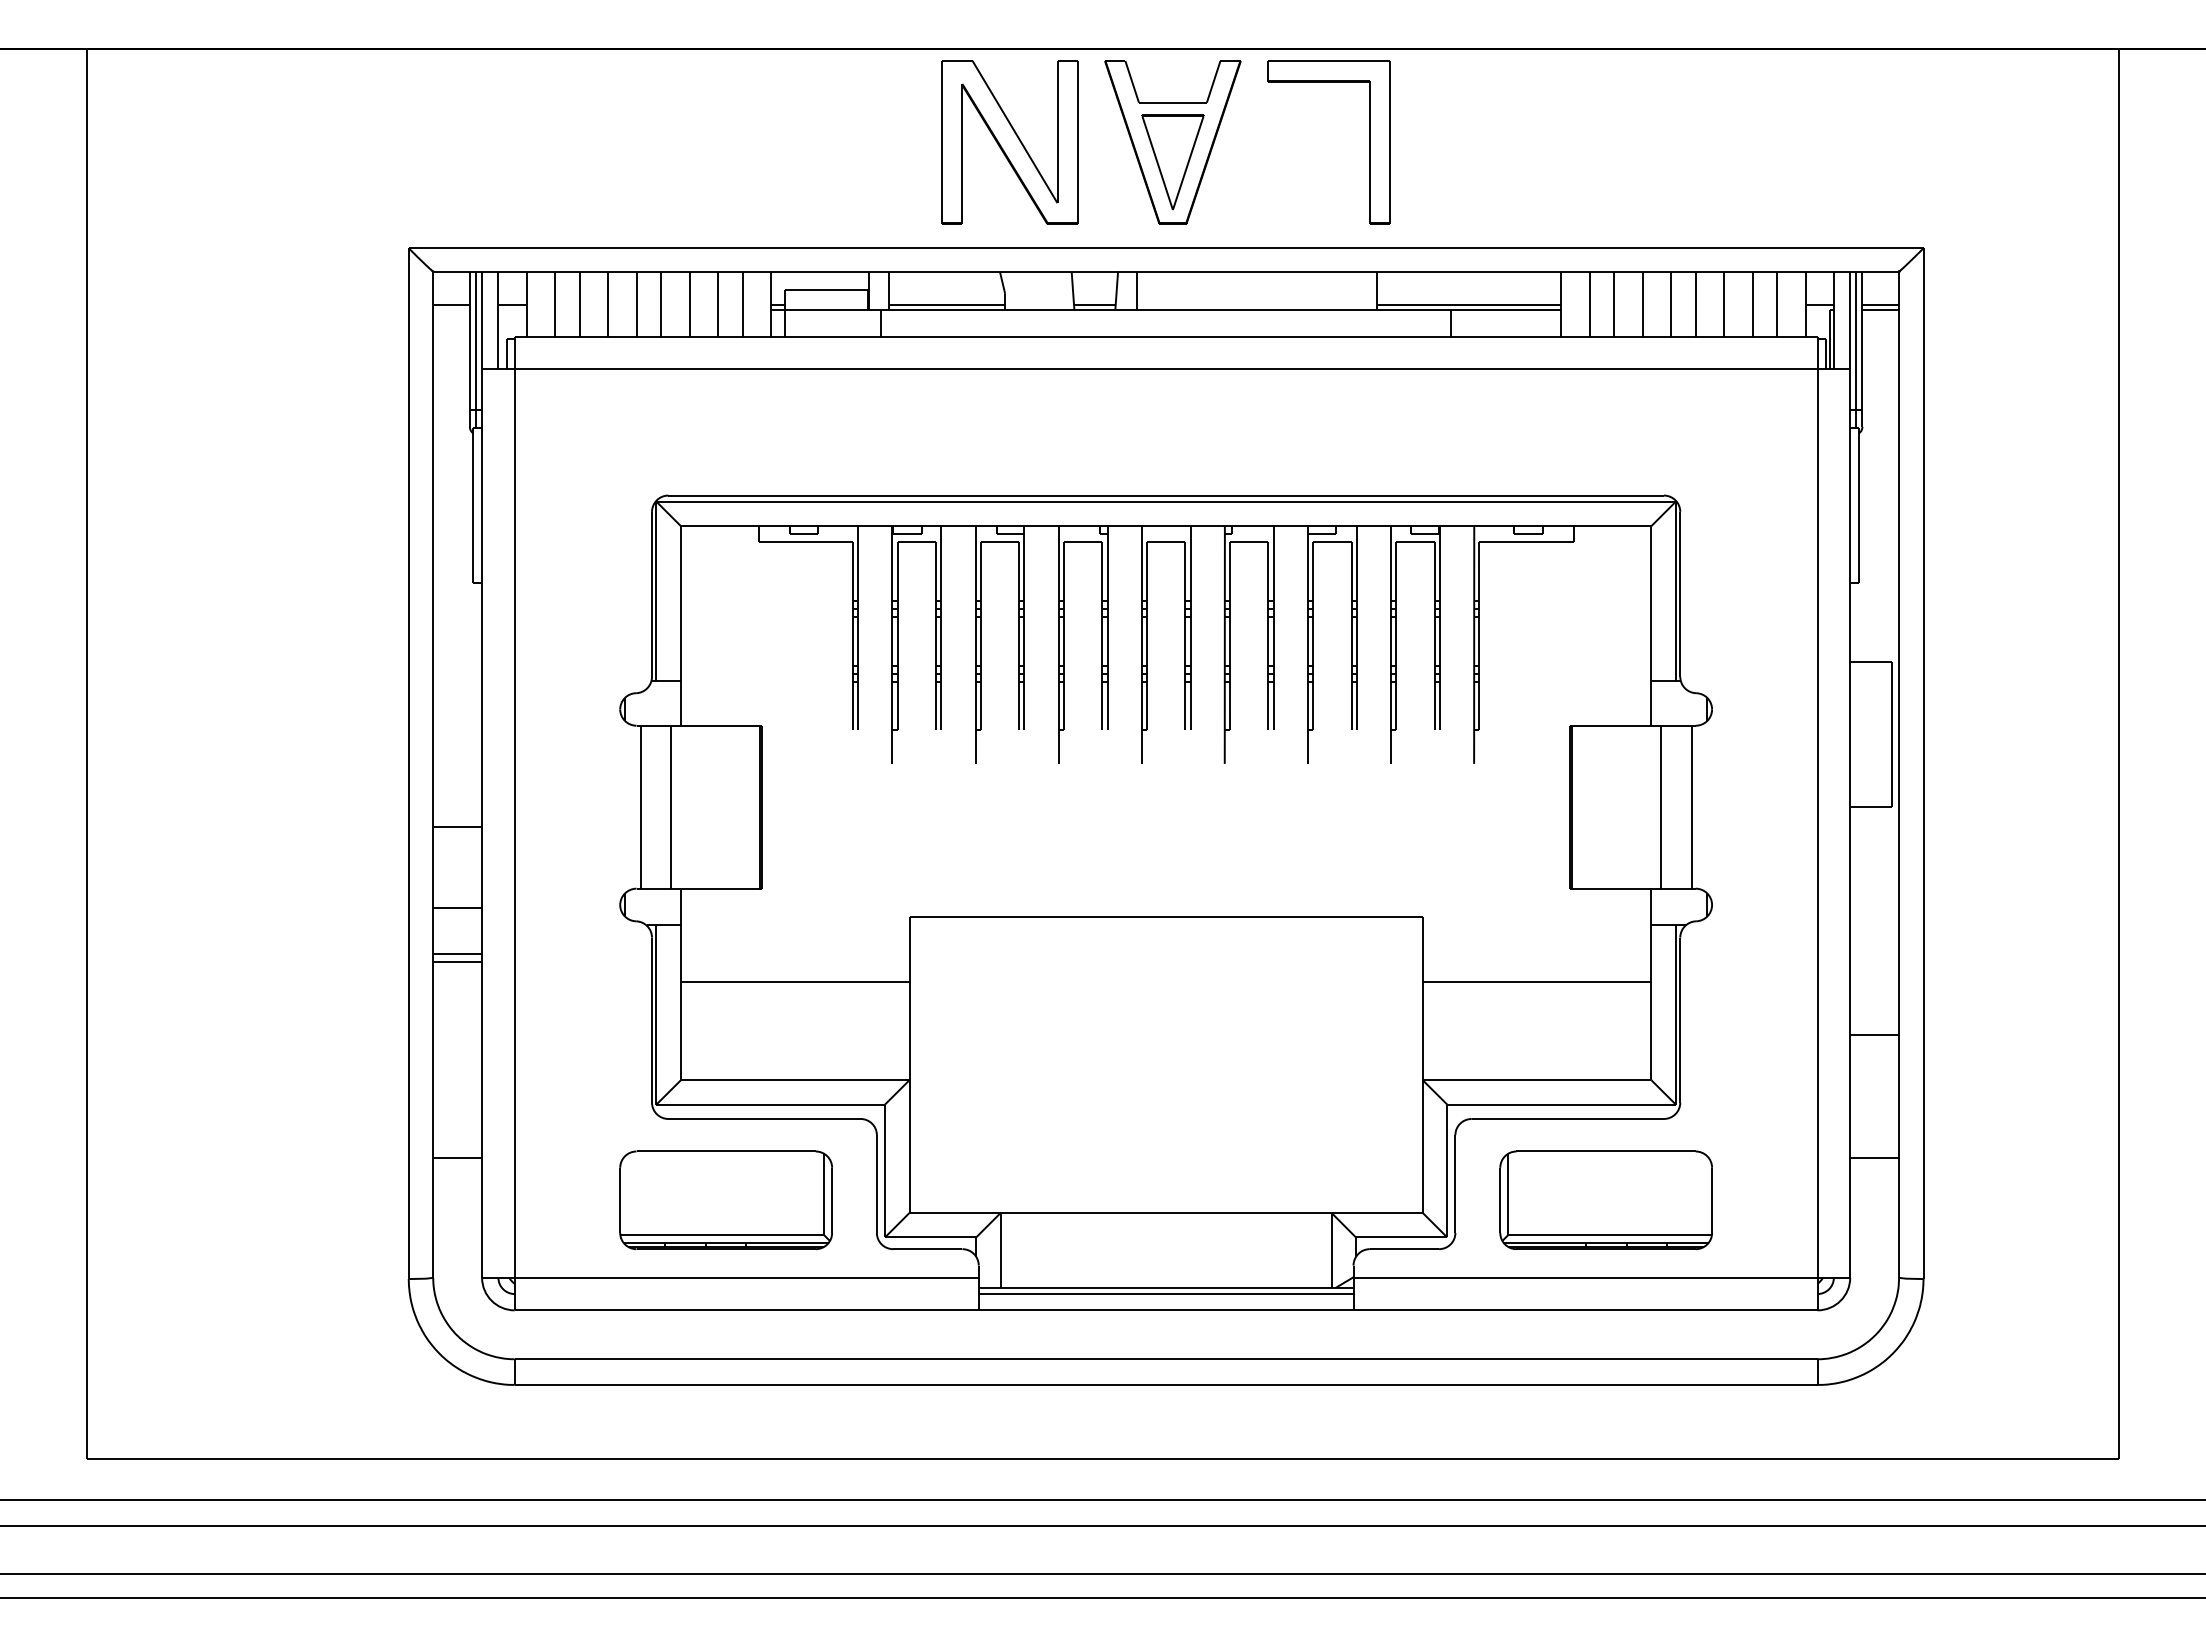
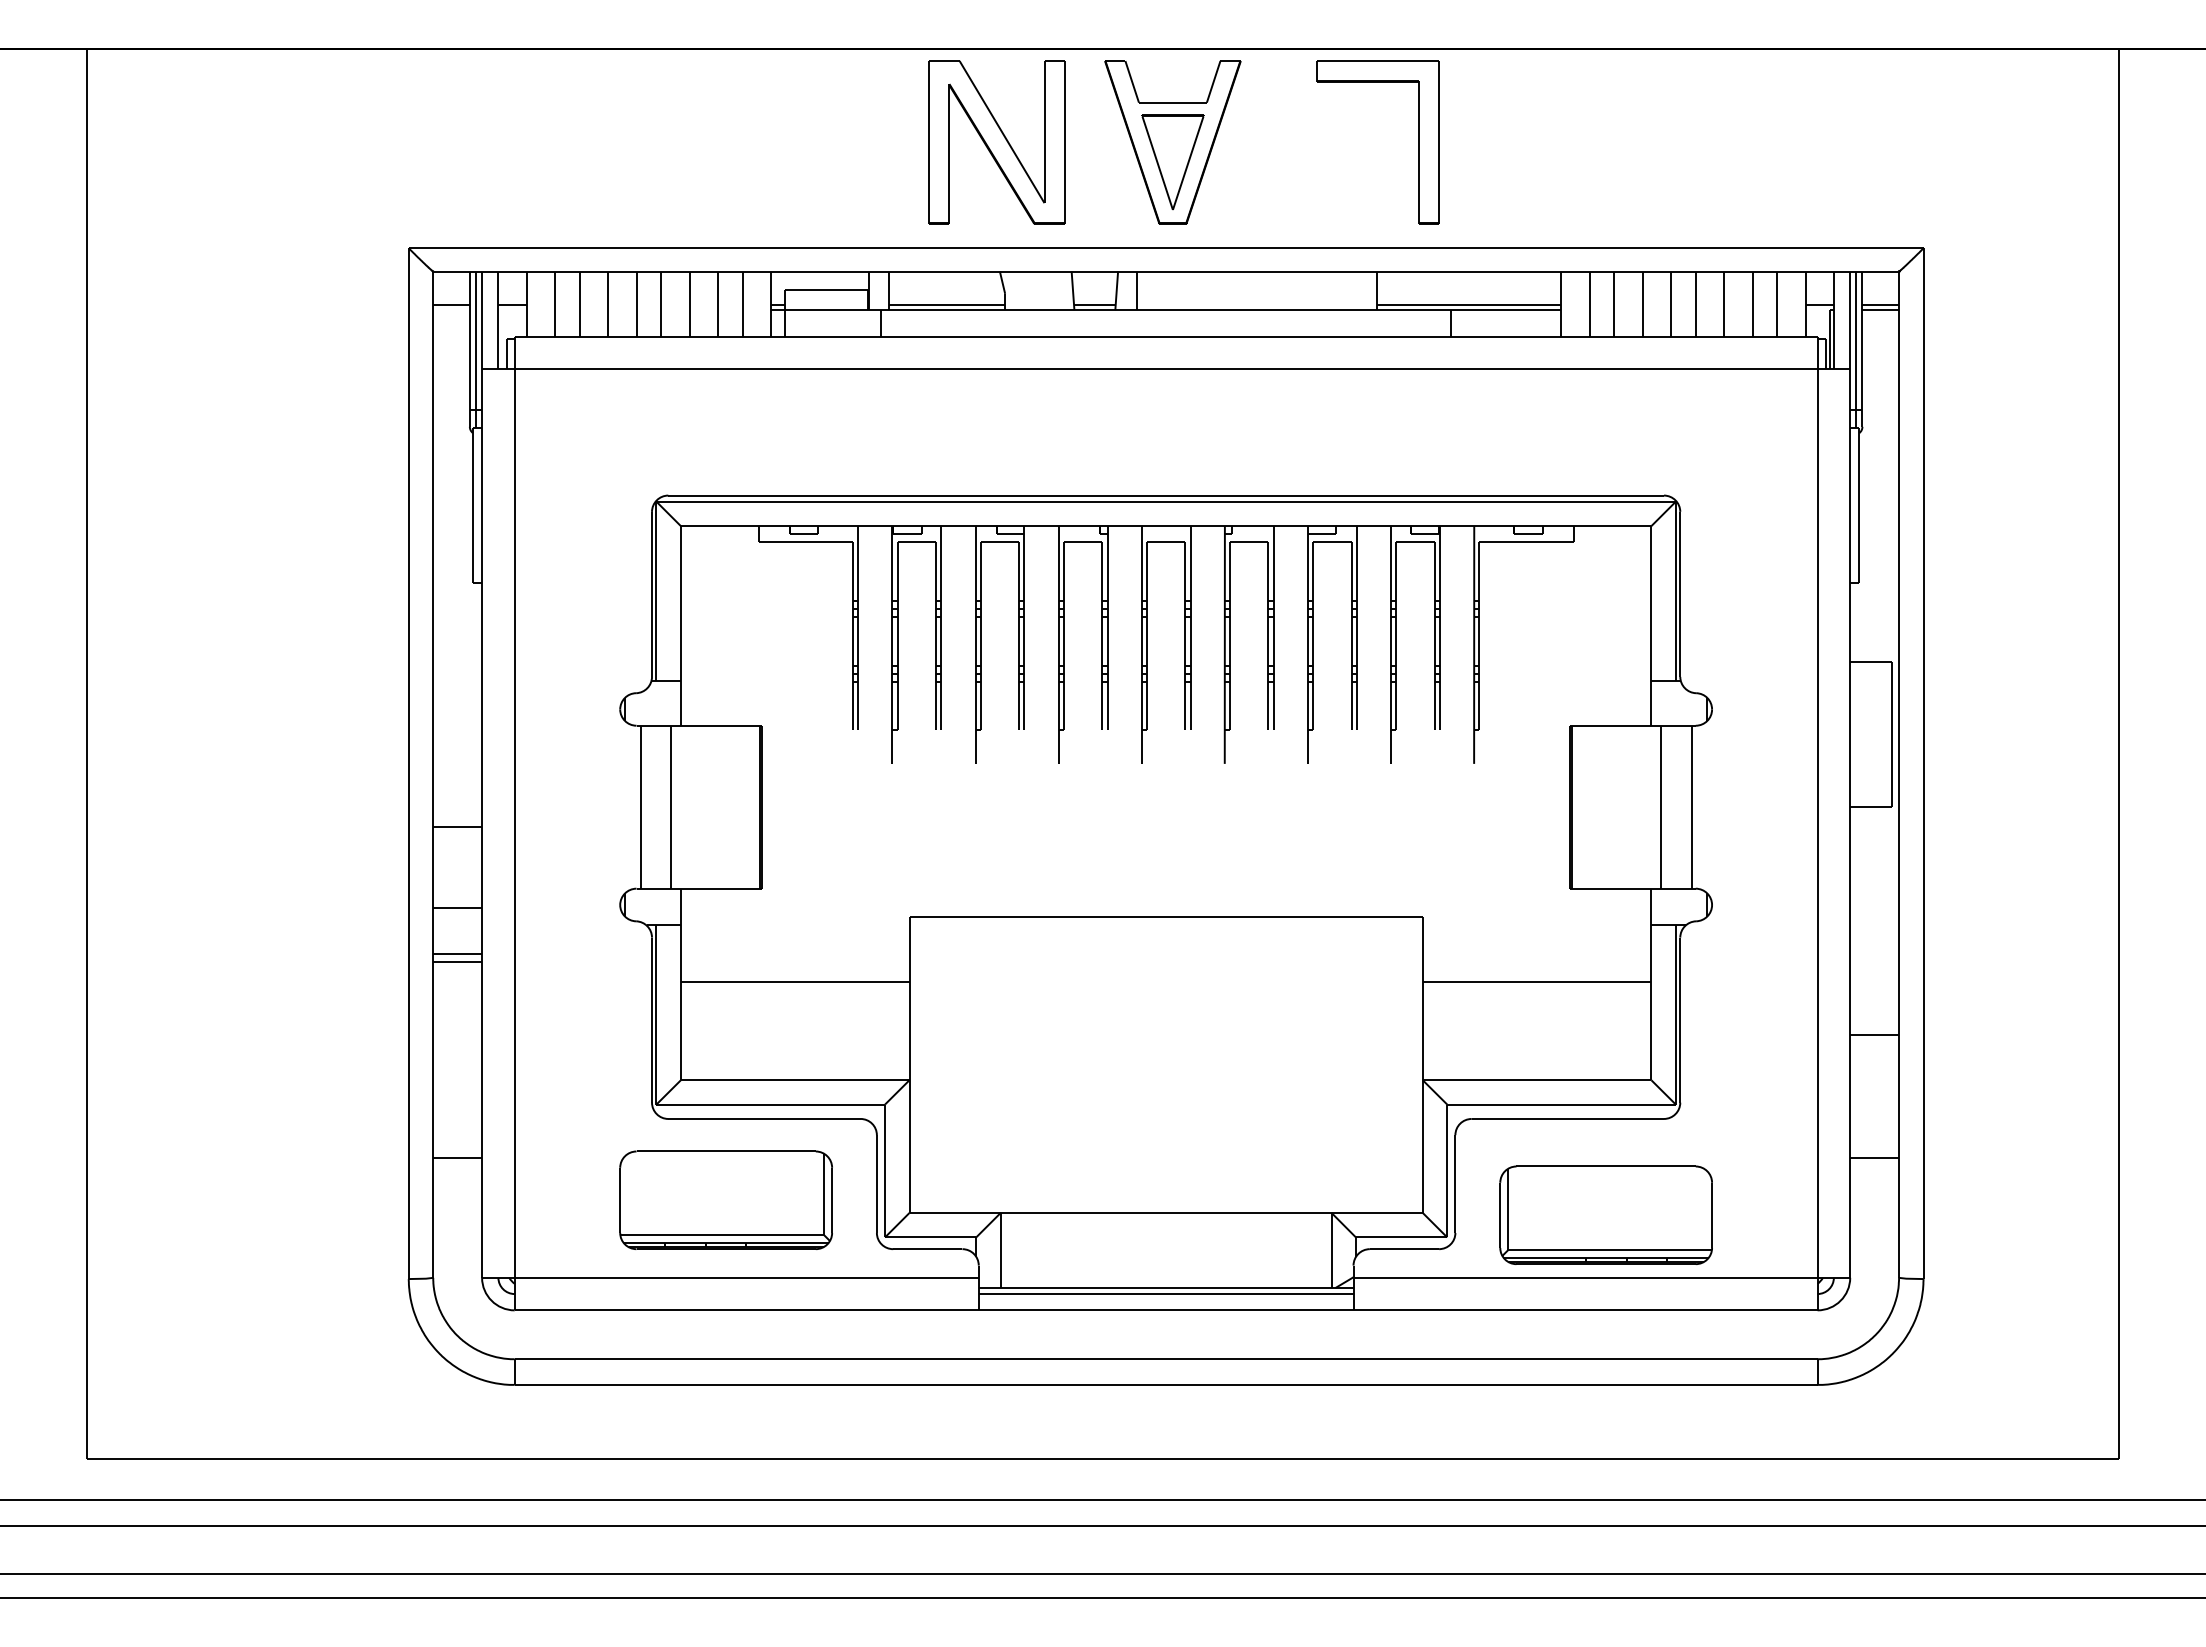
part at (1009, 142) position: (1009, 142) -> (996, 142)
part at (1369, 142) position: (1369, 142) -> (1418, 142)
part at (1605, 1199) position: (1605, 1199) -> (1605, 1214)
